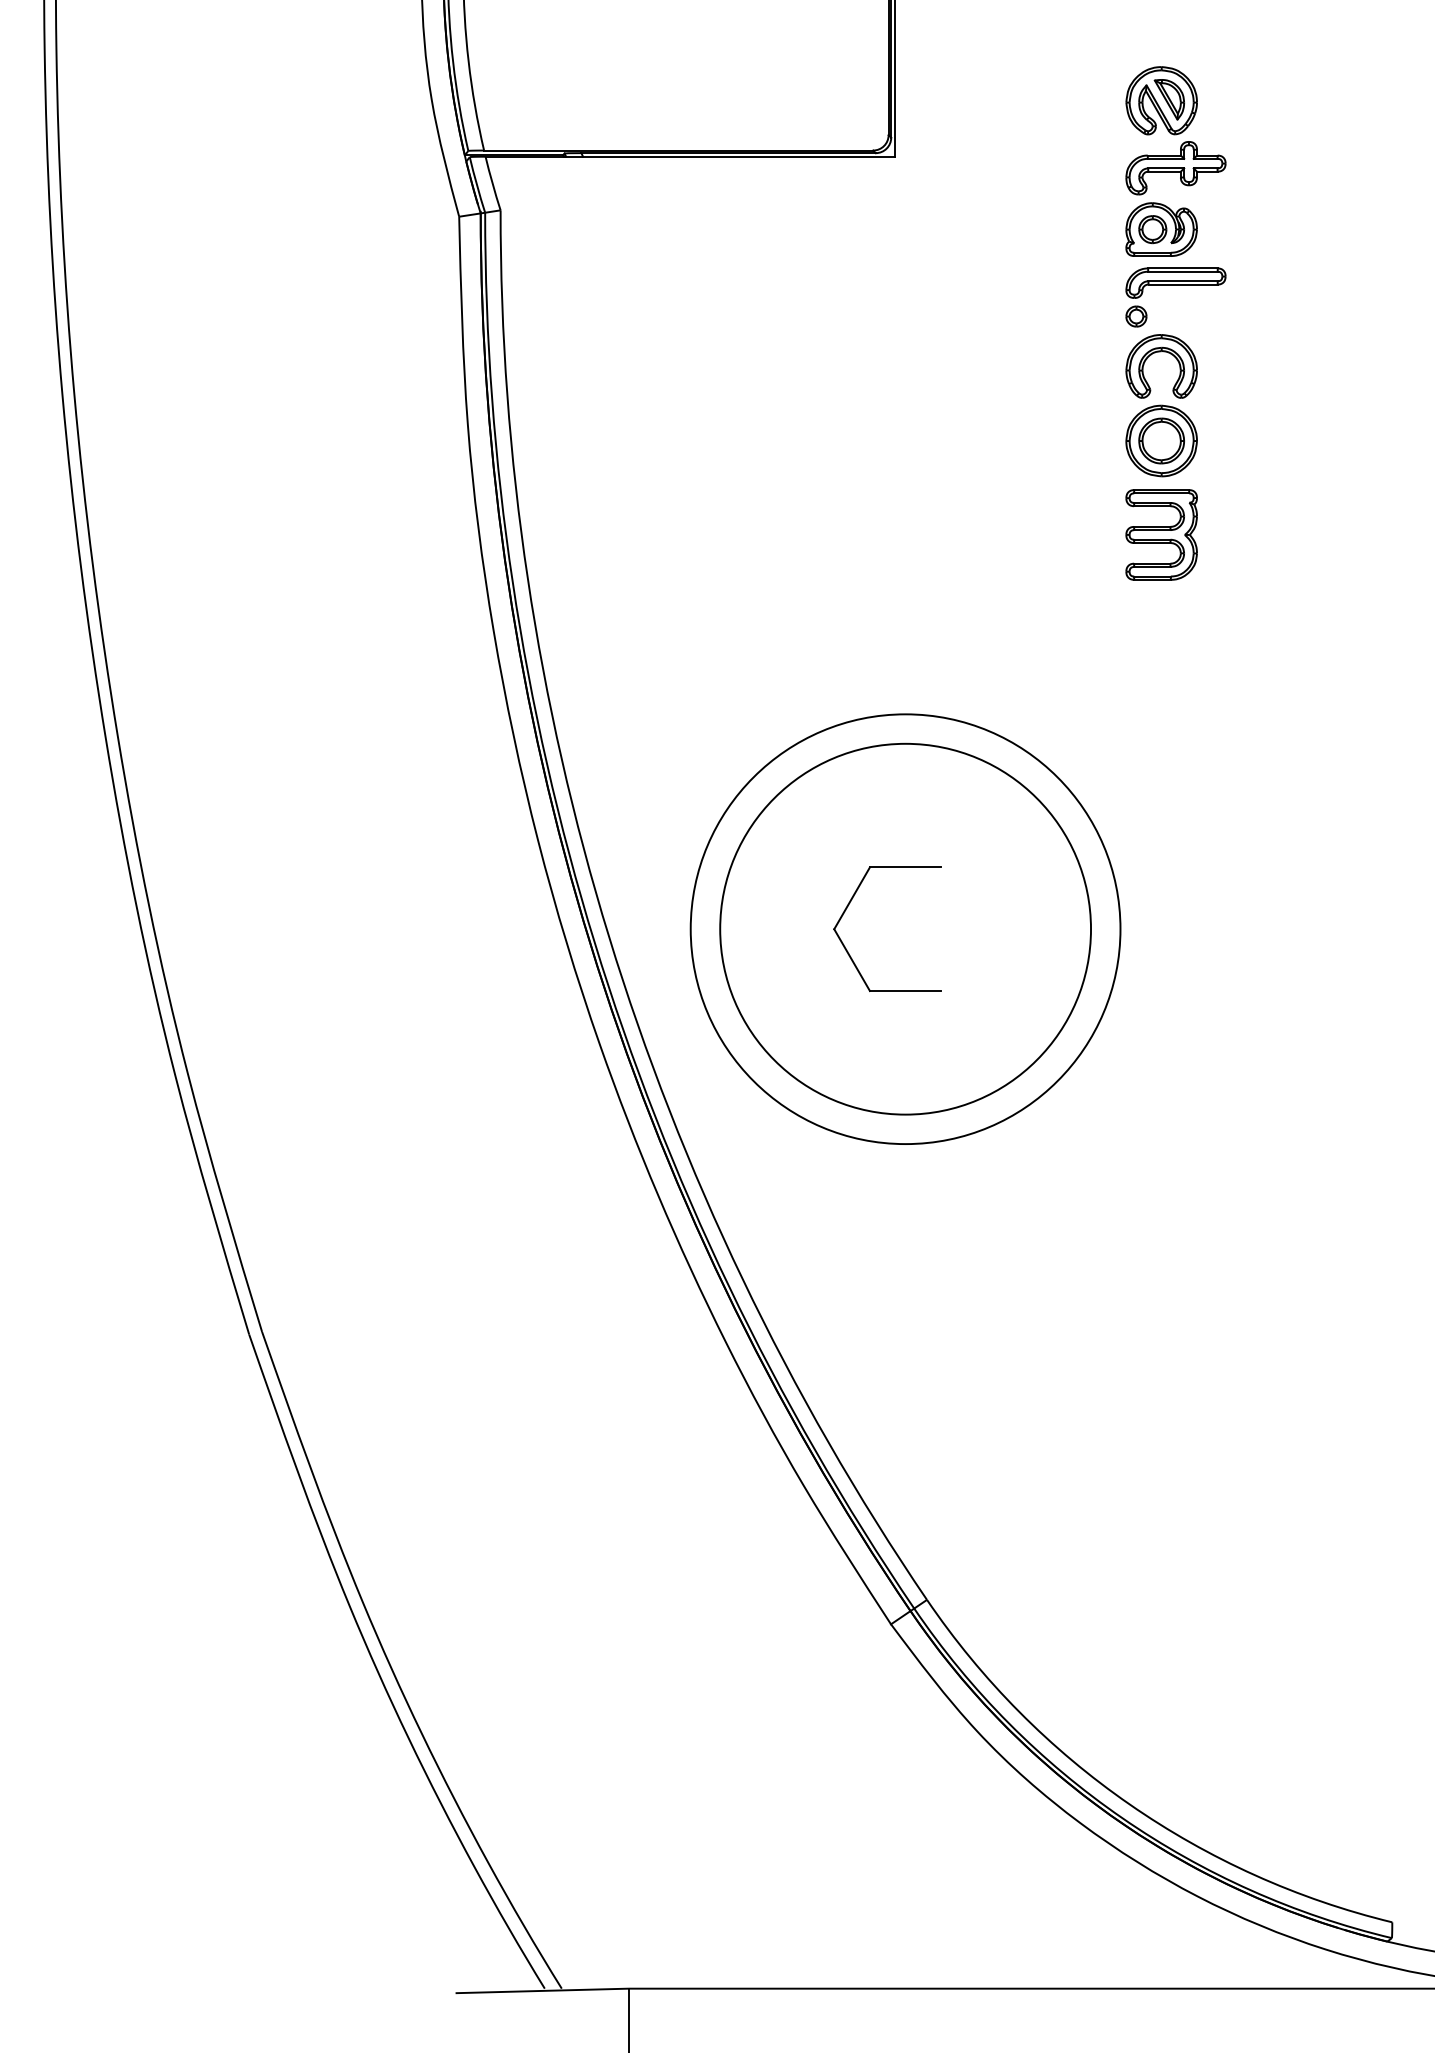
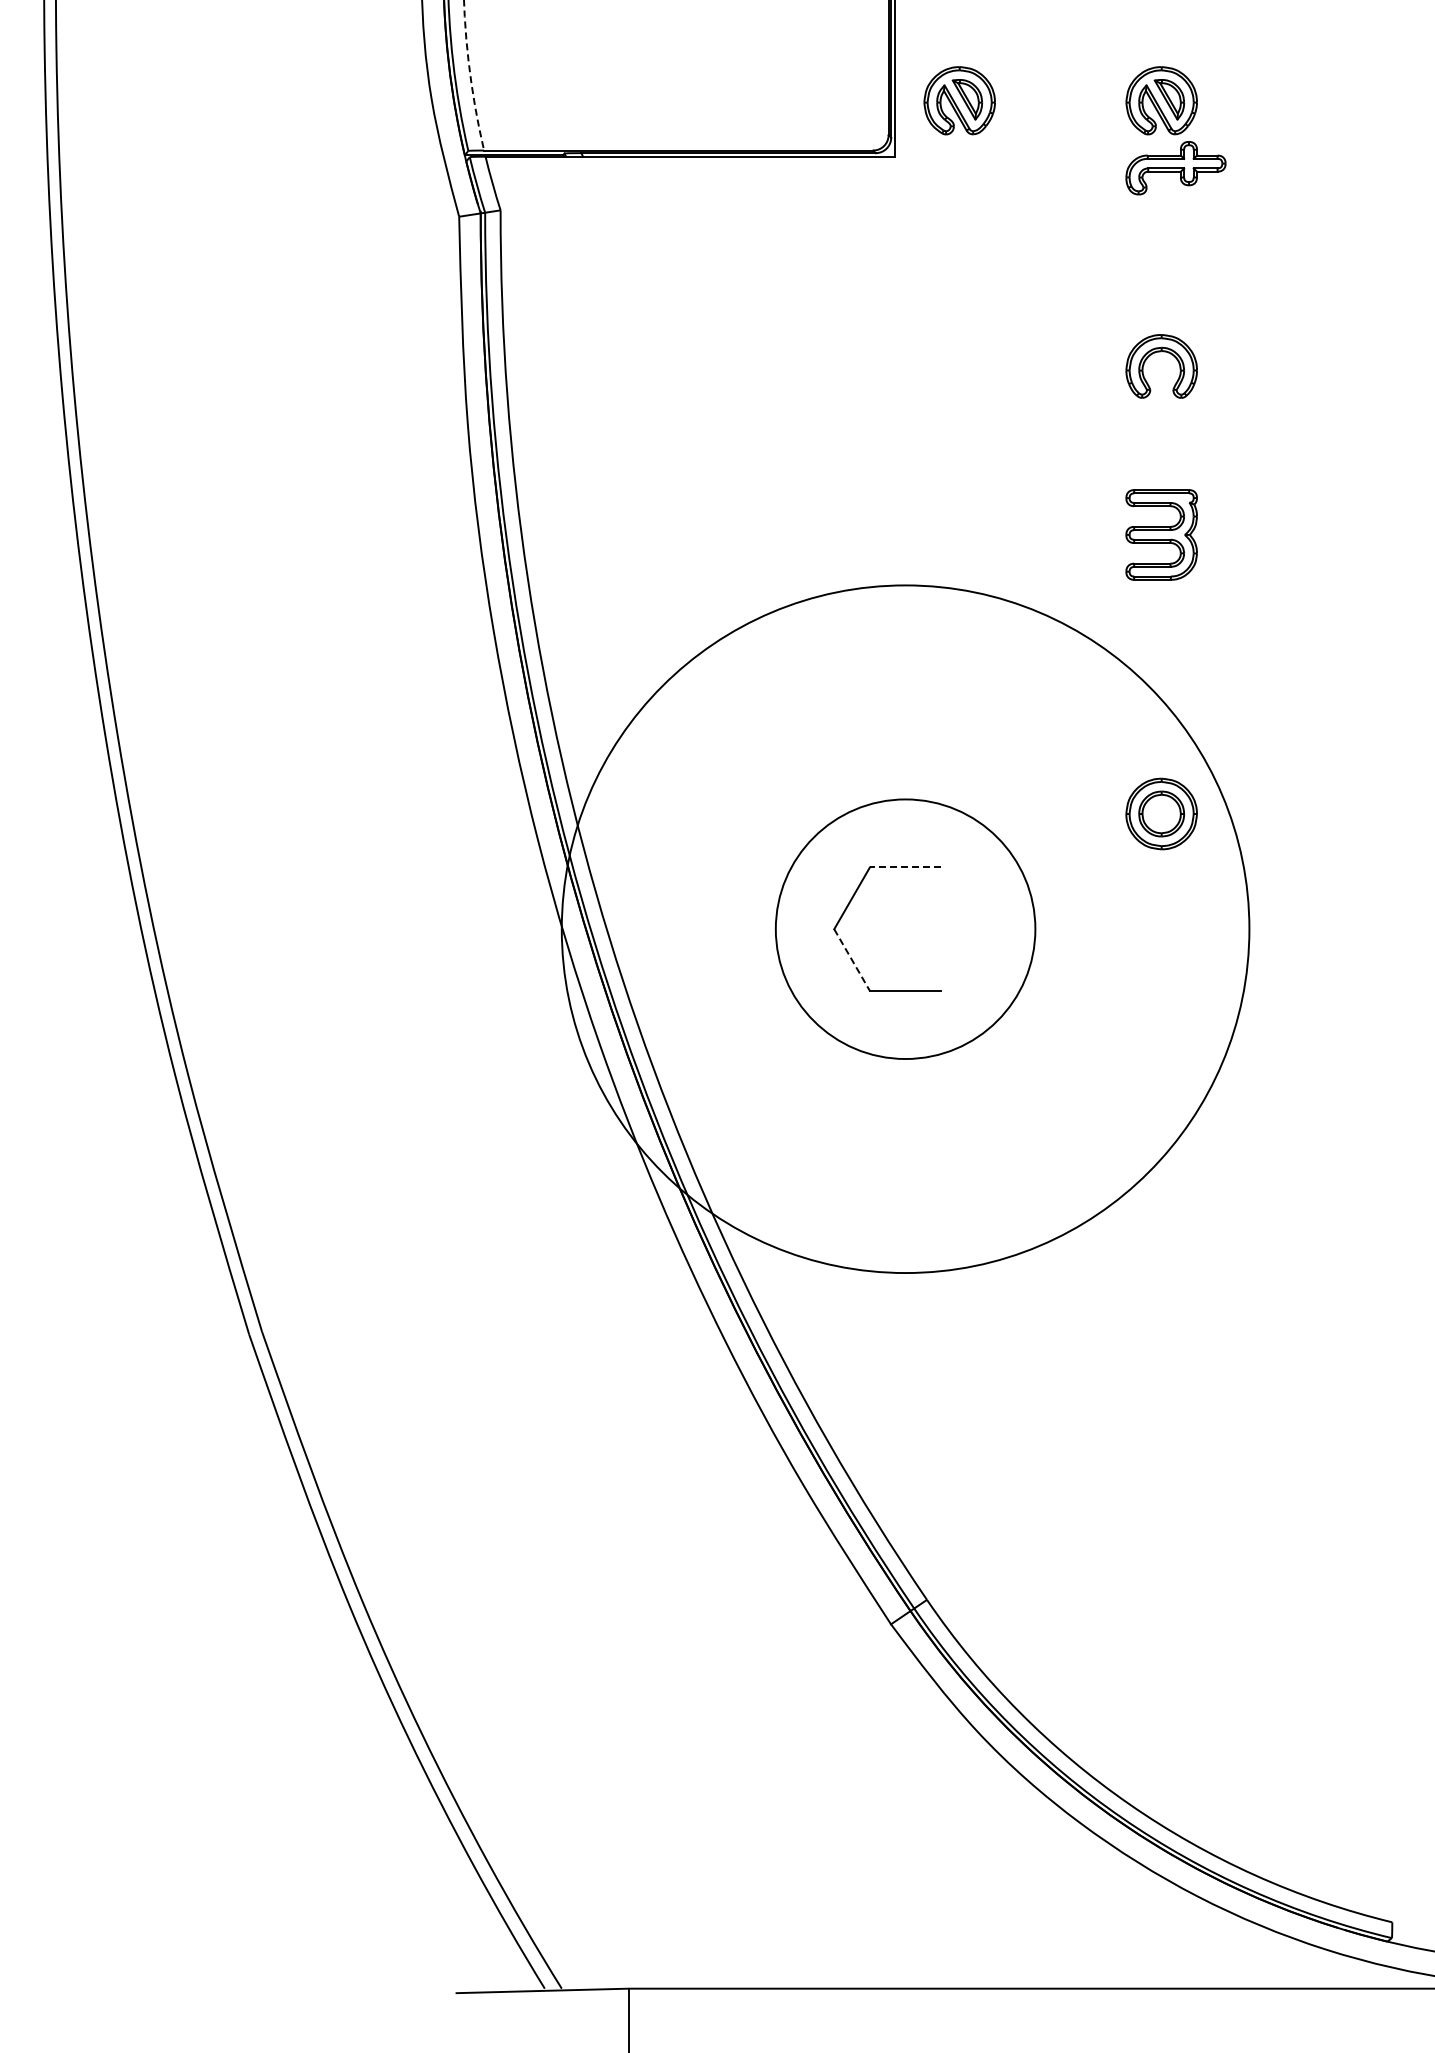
arc at (470, 76): solid -> dashed
part at (959, 100): none -> present
part at (1161, 229): present -> none
part at (1175, 285): present -> none
part at (1161, 440) position: (1161, 440) -> (1161, 813)
line at (905, 867): solid -> dashed
circle at (905, 928) diameter: 371 px -> 260 px
circle at (905, 929) diameter: 430 px -> 688 px
line at (852, 960): solid -> dashed
